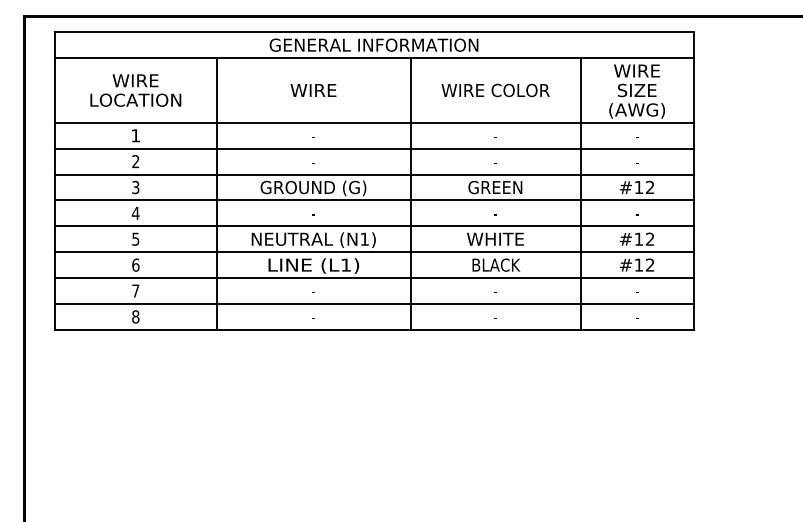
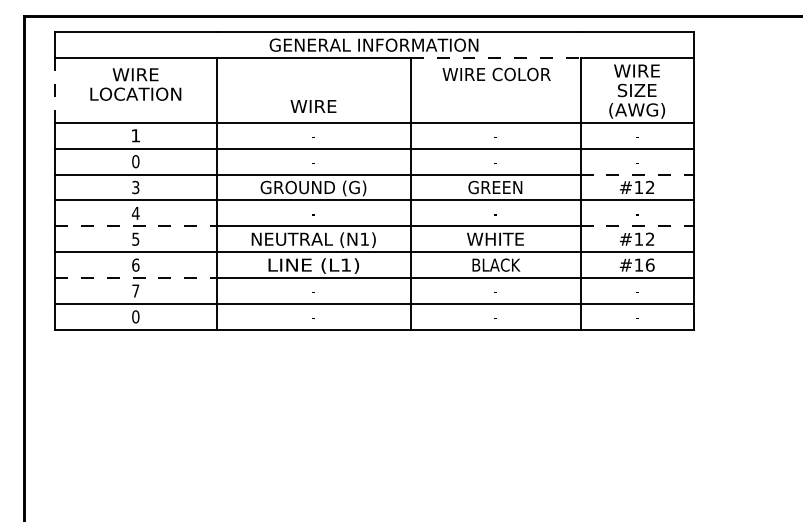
line at (495, 58): solid -> dashed
text at (135, 90) position: (135, 90) -> (135, 84)
text at (313, 90) position: (313, 90) -> (313, 106)
text at (495, 90) position: (495, 90) -> (496, 74)
line at (54, 91): solid -> dashed
text at (135, 161): 2 -> 0
line at (637, 174): solid -> dashed
line at (135, 226): solid -> dashed
line at (637, 226): solid -> dashed
text at (649, 264): #12 -> #16
line at (135, 278): solid -> dashed
text at (135, 316): 8 -> 0
